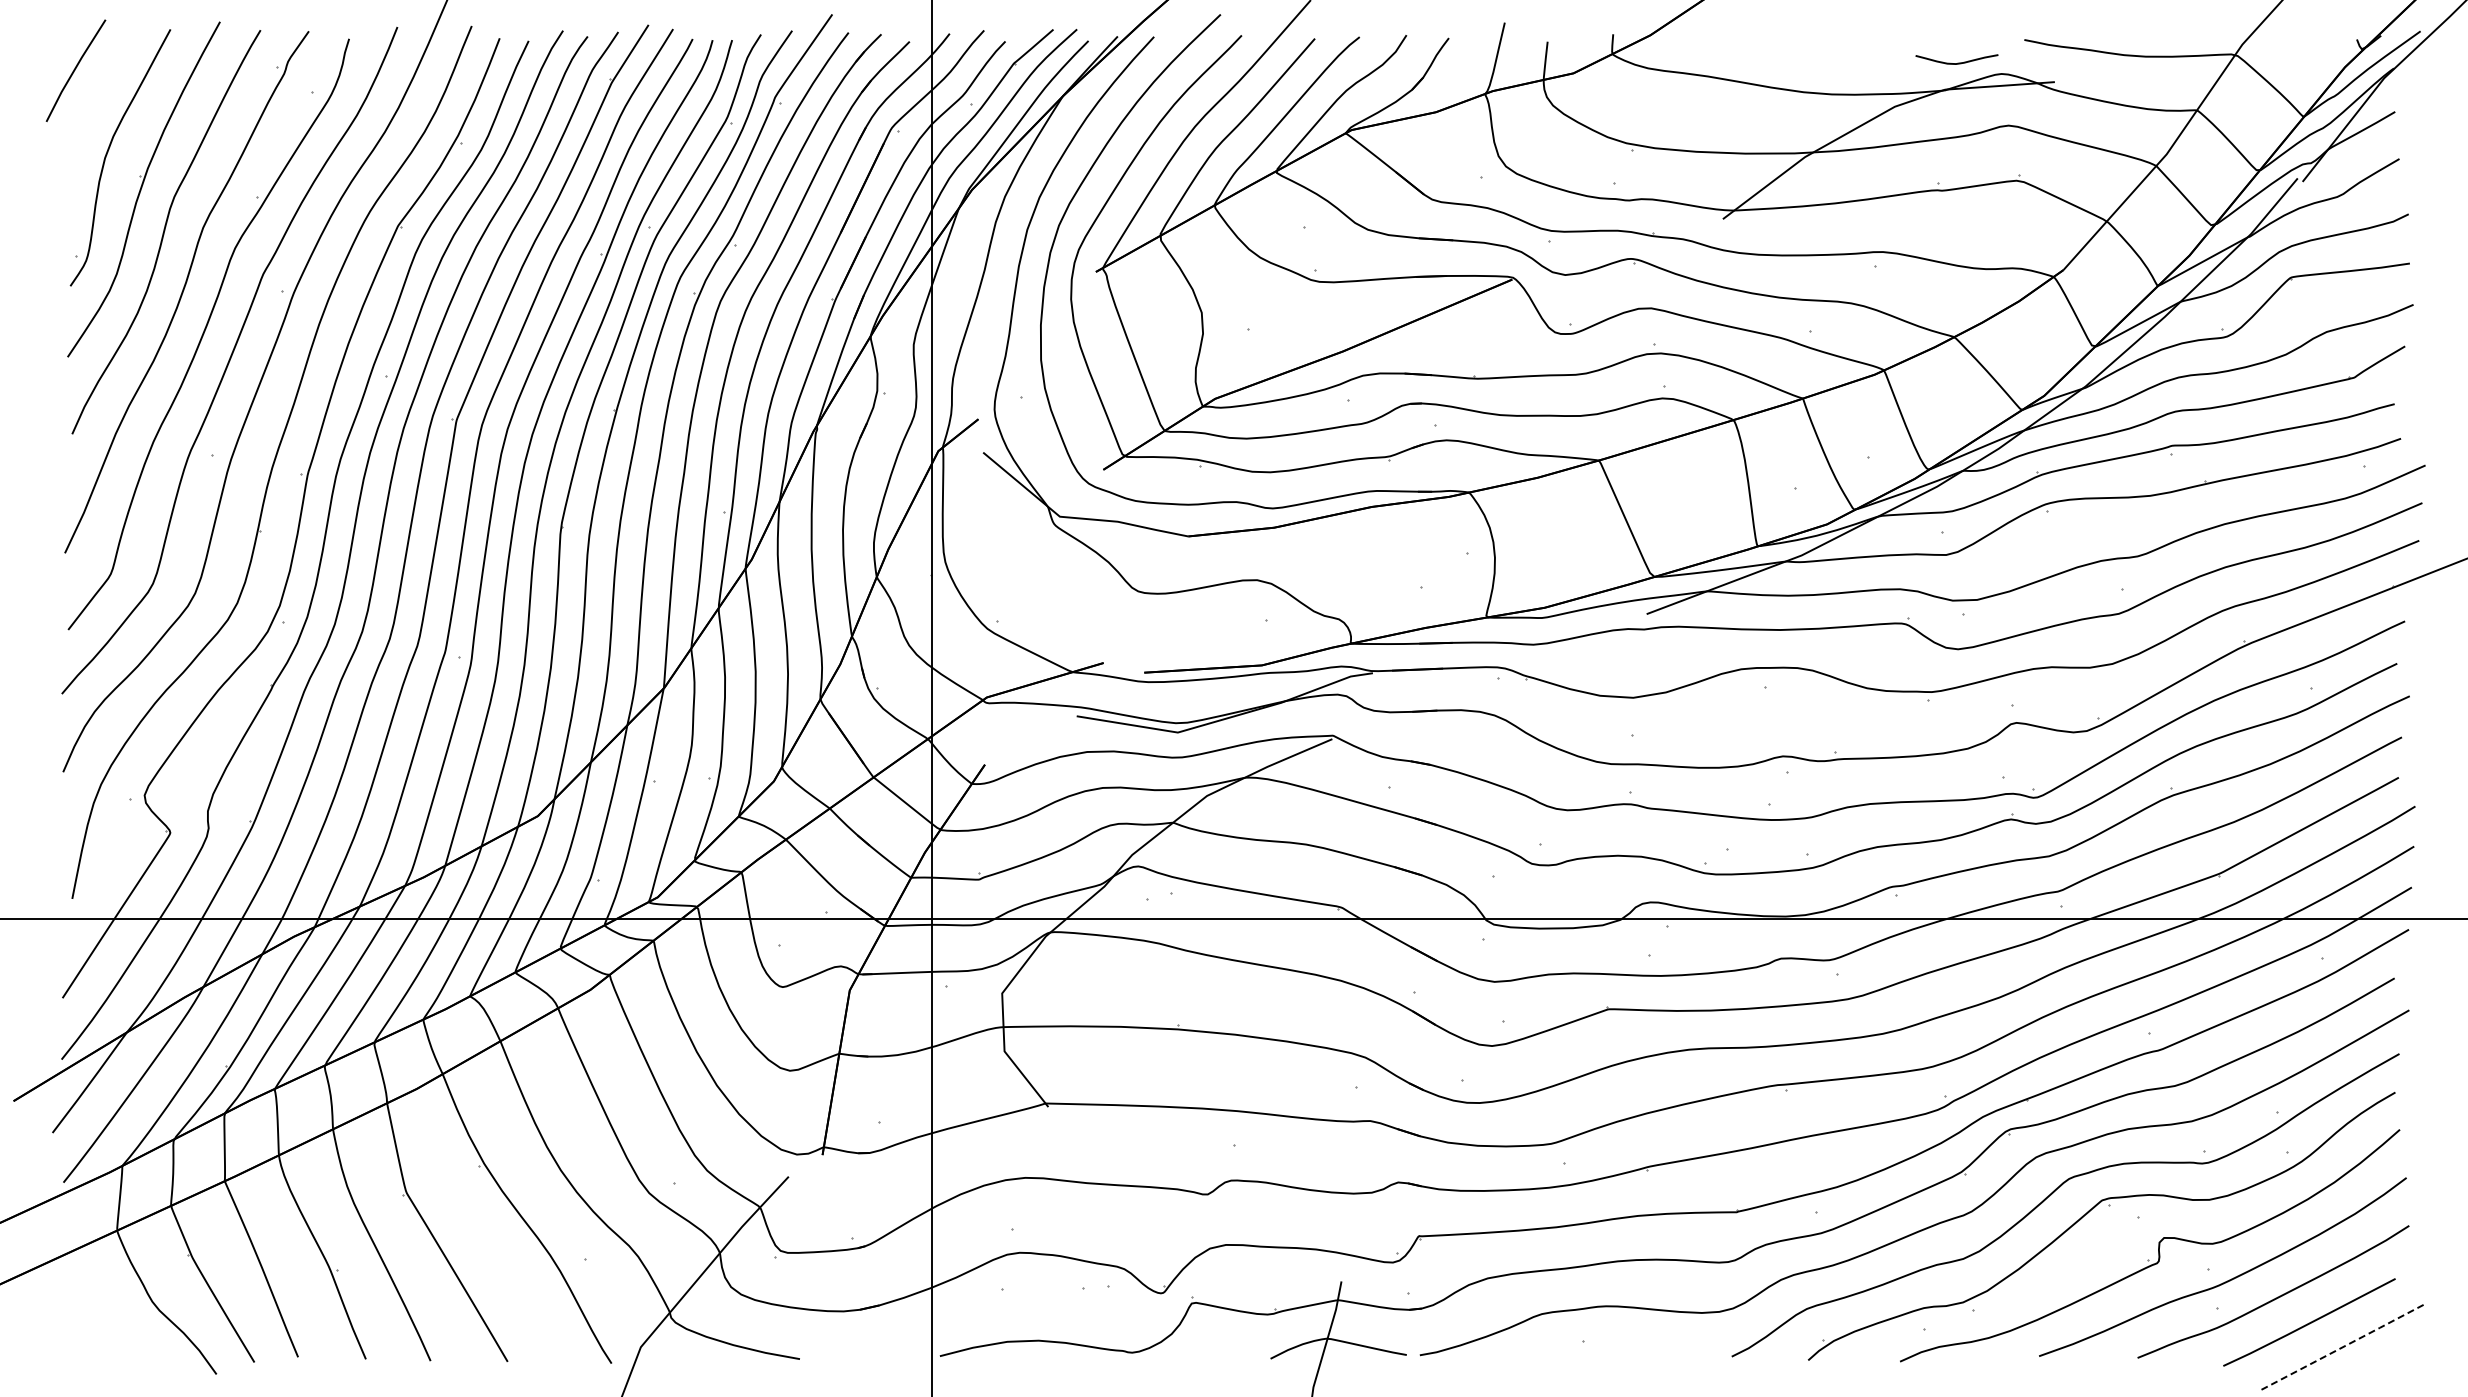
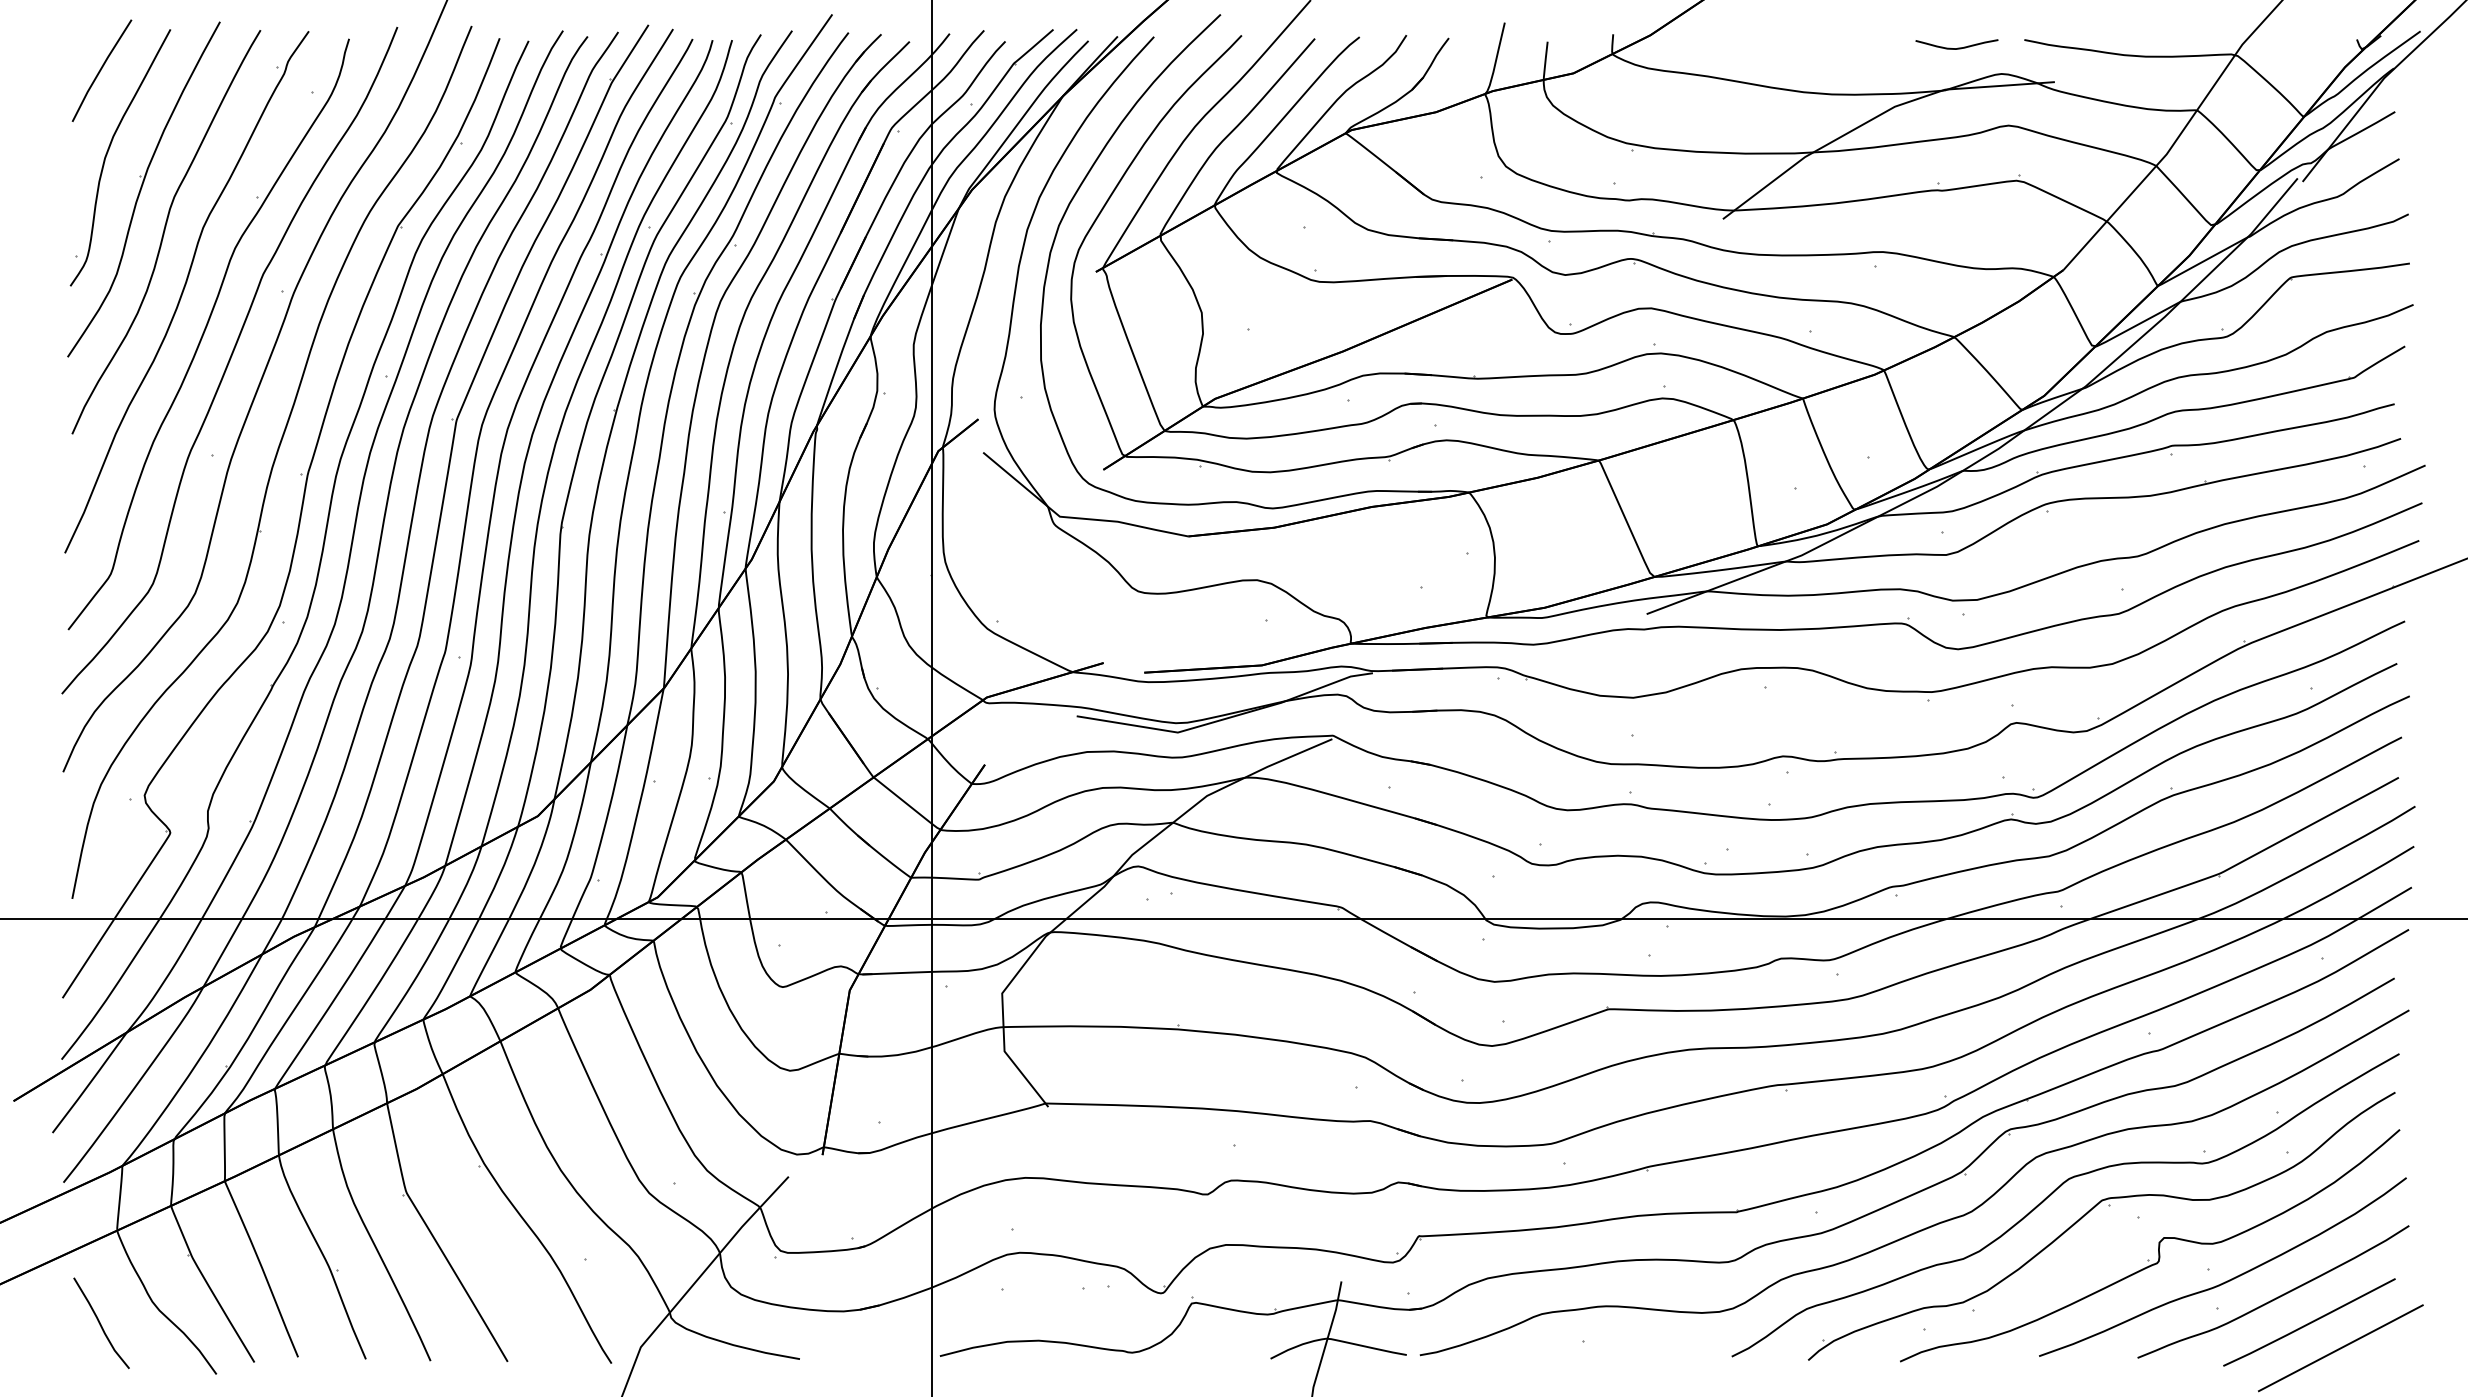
curve at (1957, 62) position: (1957, 62) -> (1957, 47)
line at (75, 70) position: (75, 70) -> (101, 70)
curve at (100, 1323): none -> present
line at (2341, 1348): dashed -> solid
